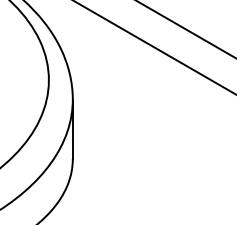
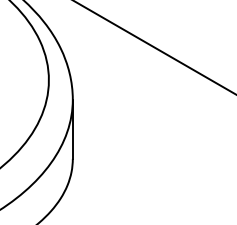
line at (185, 29): present -> none
